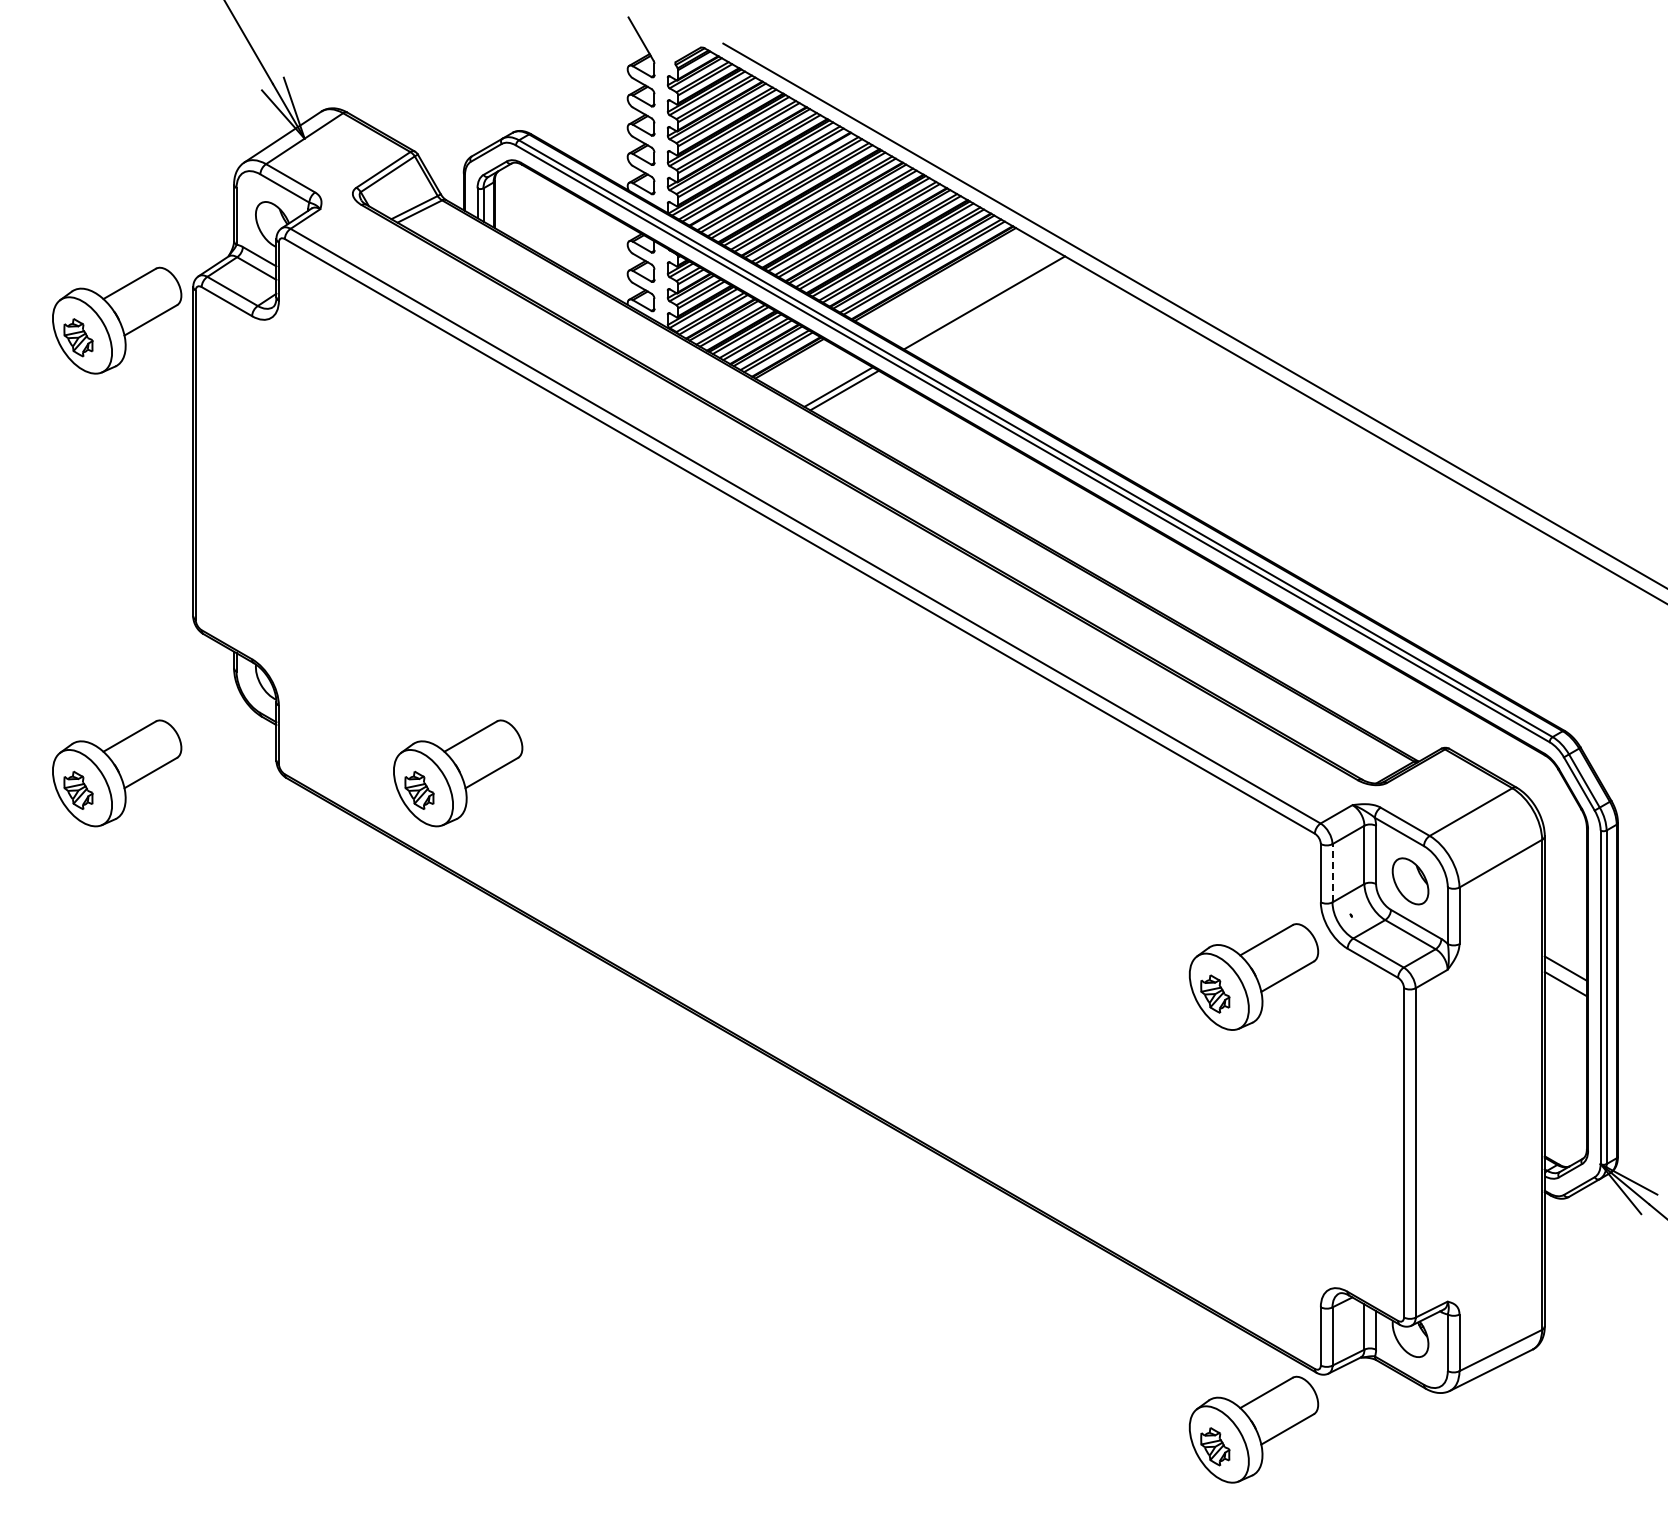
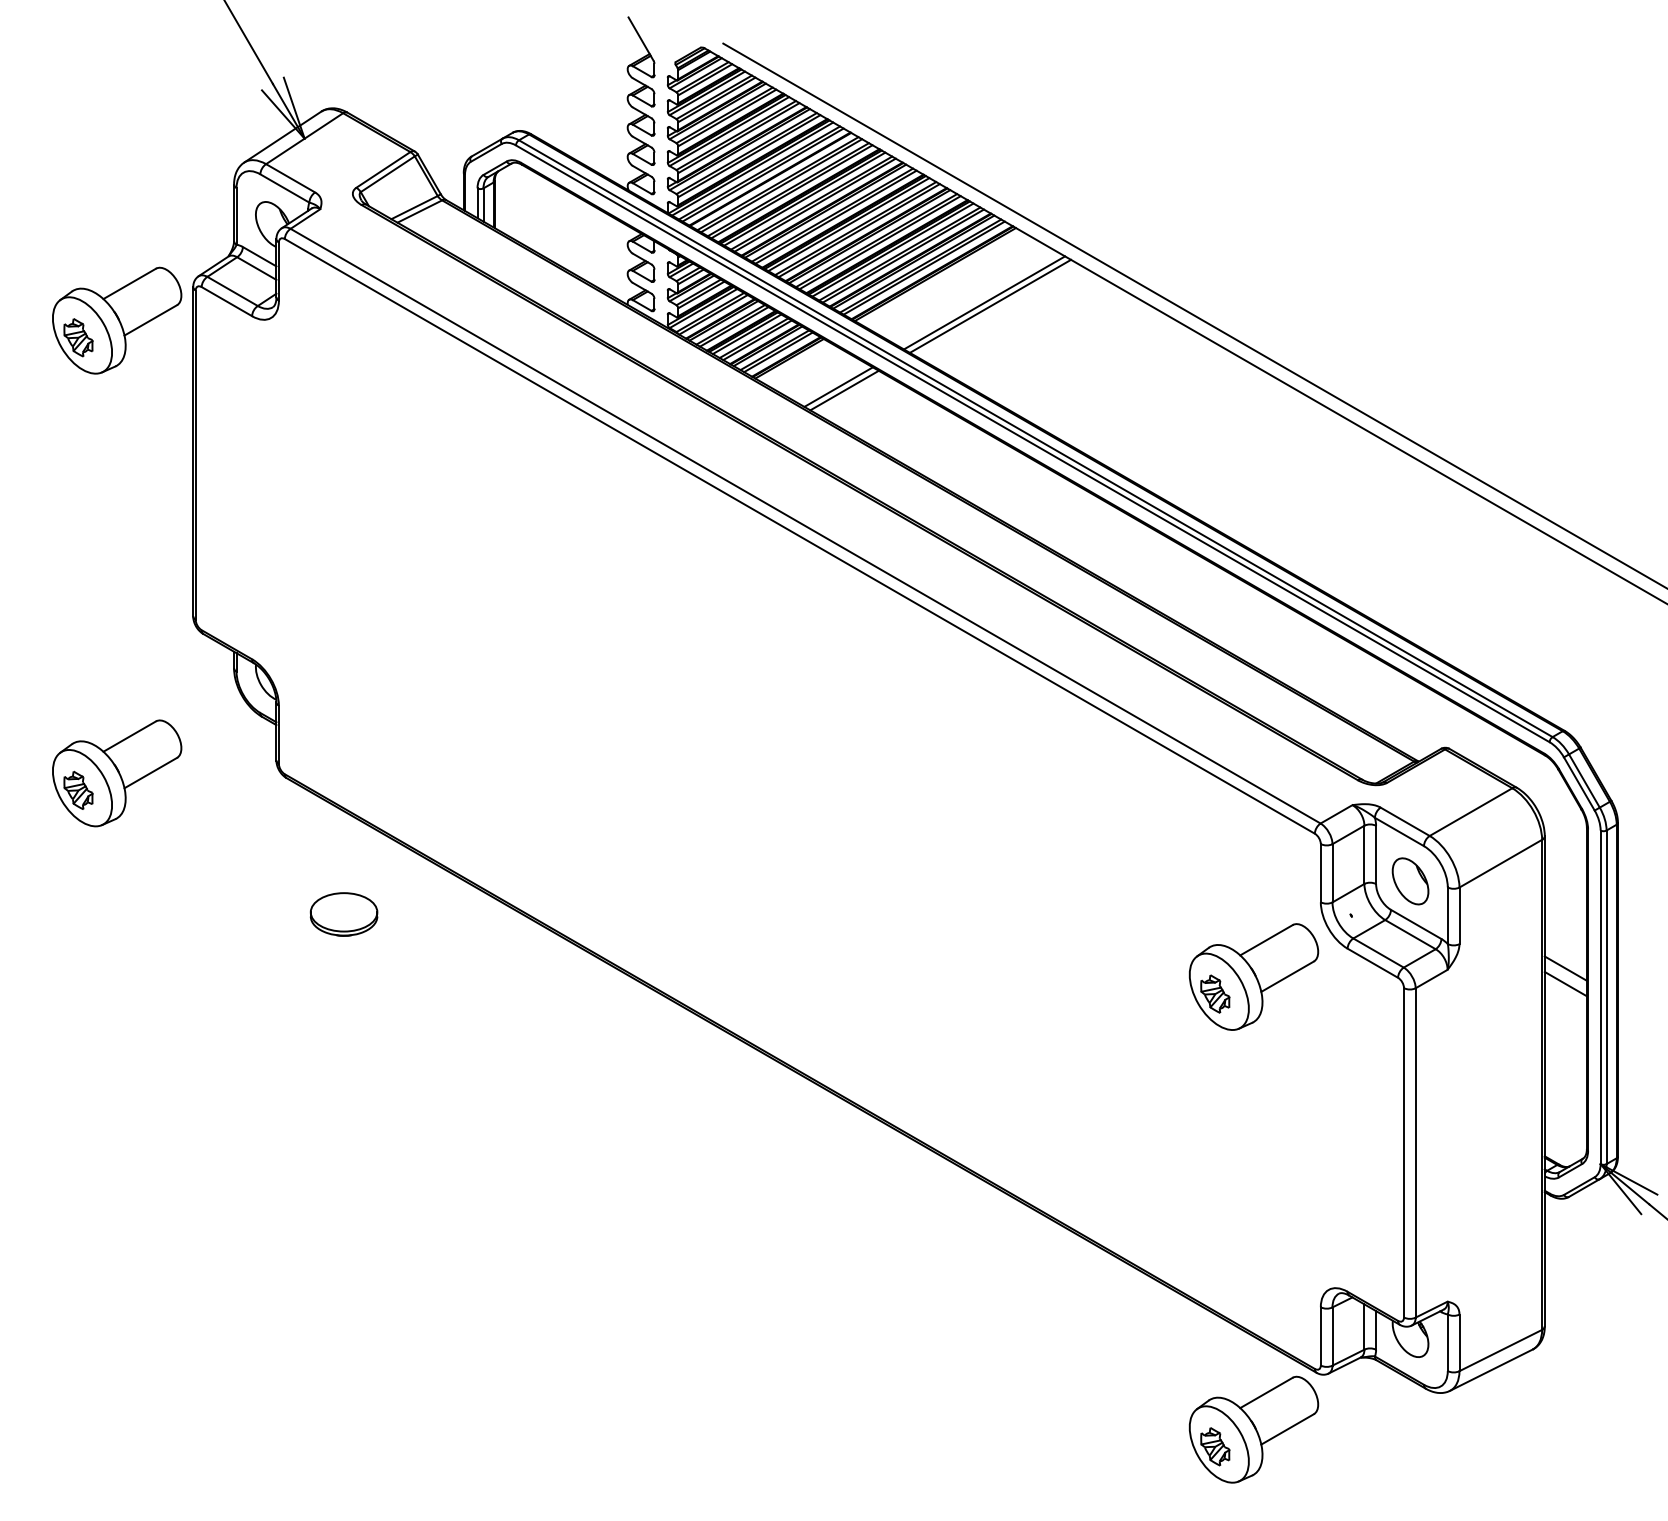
line at (990, 305): none -> present
part at (458, 773): present -> none
line at (1332, 872): dashed -> solid
part at (343, 914): none -> present
